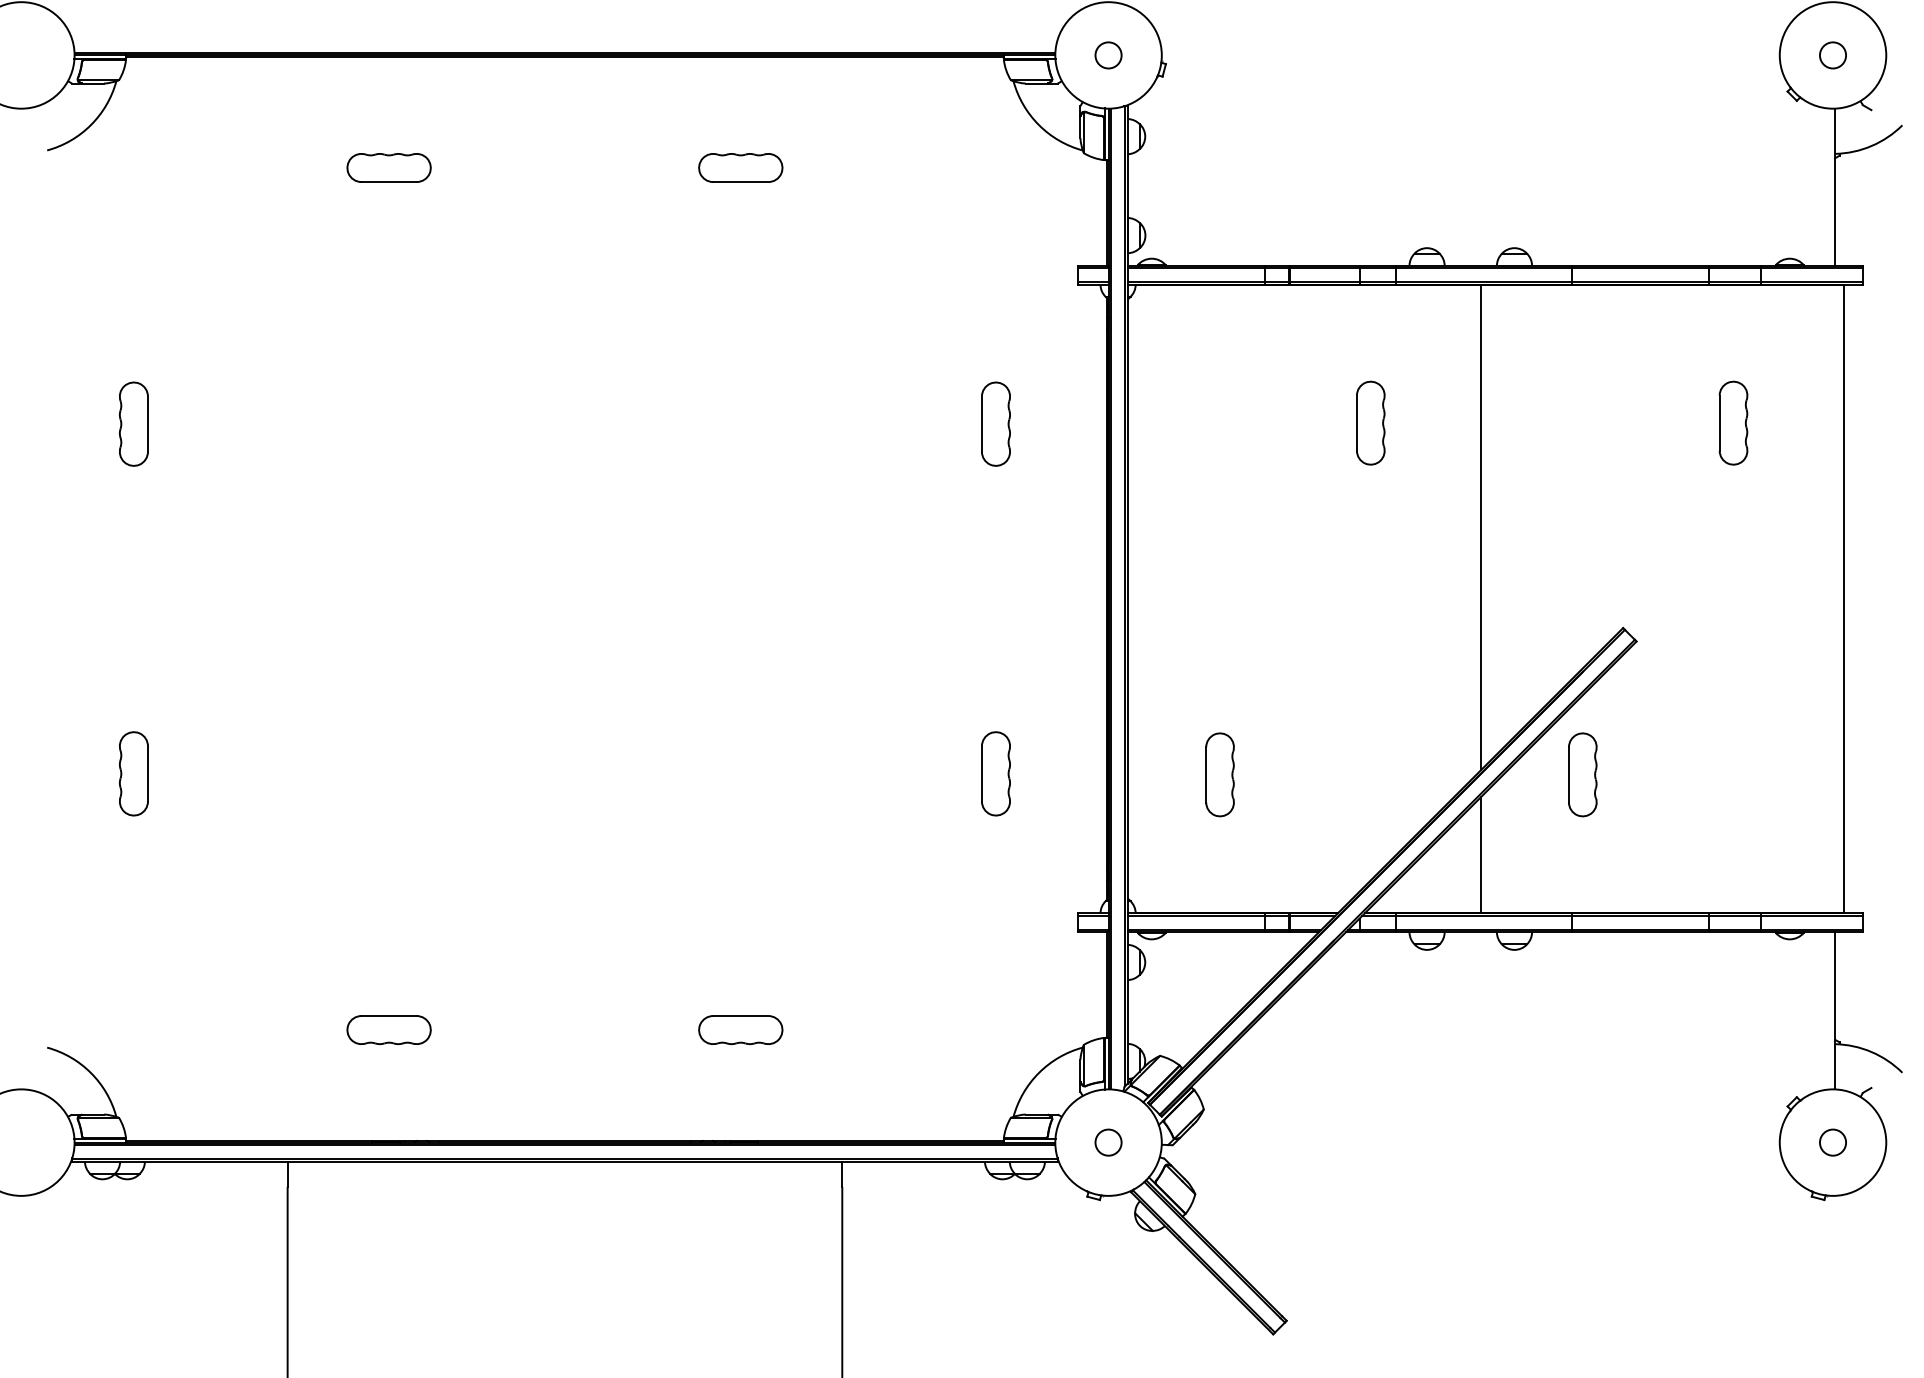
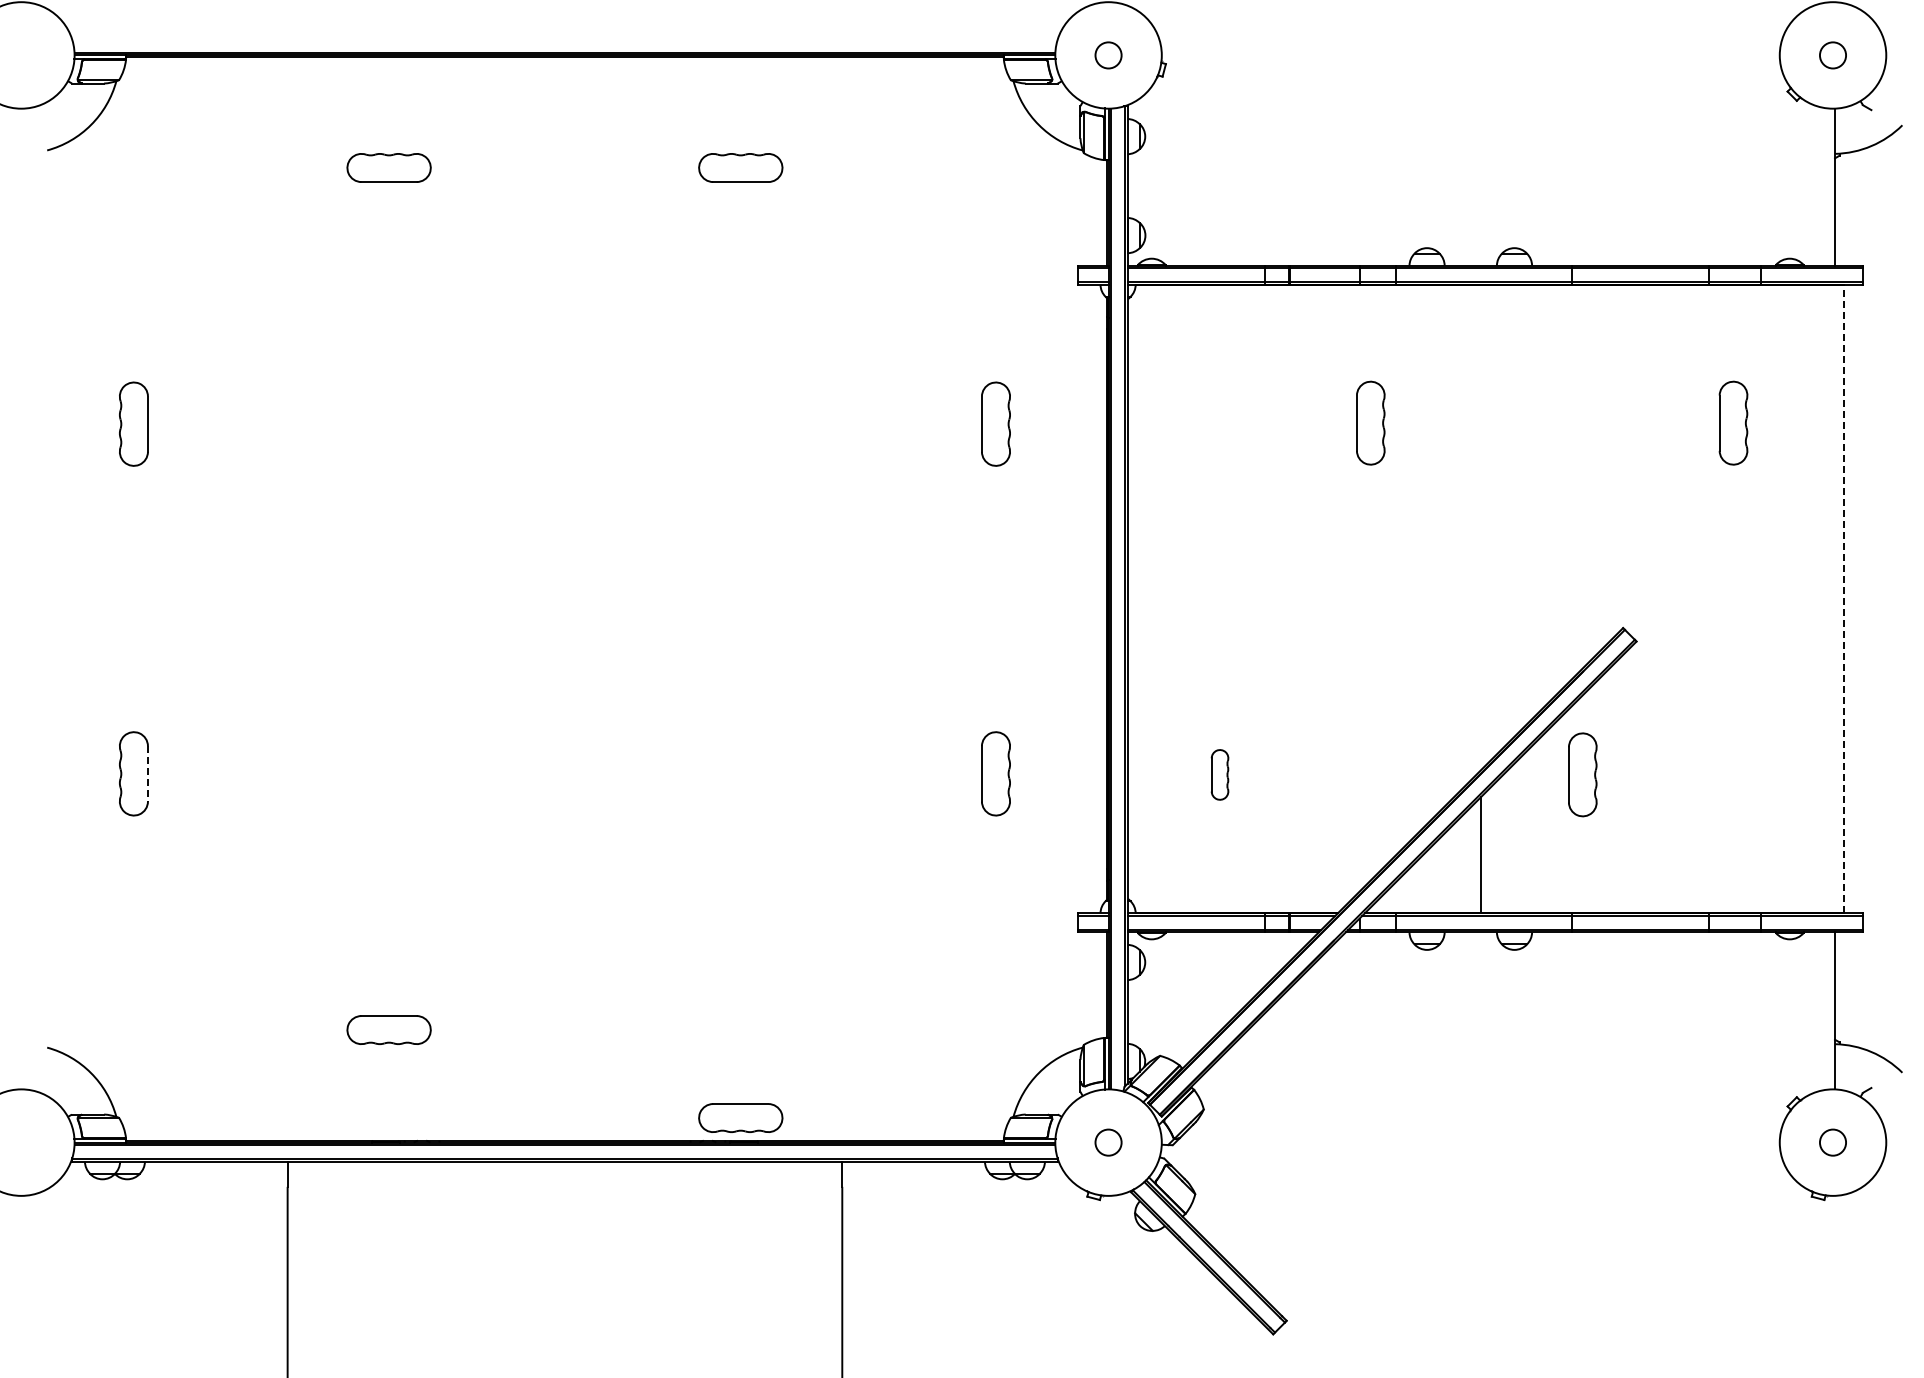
line at (1481, 527): present -> none
line at (1844, 598): solid -> dashed
line at (147, 773): solid -> dashed
part at (1219, 774) size: 30x86 px -> 20x52 px
part at (740, 1029) position: (740, 1029) -> (740, 1117)
